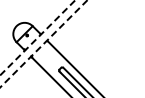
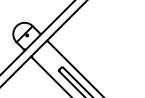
line at (37, 37): dashed -> solid
line at (44, 43): dashed -> solid
